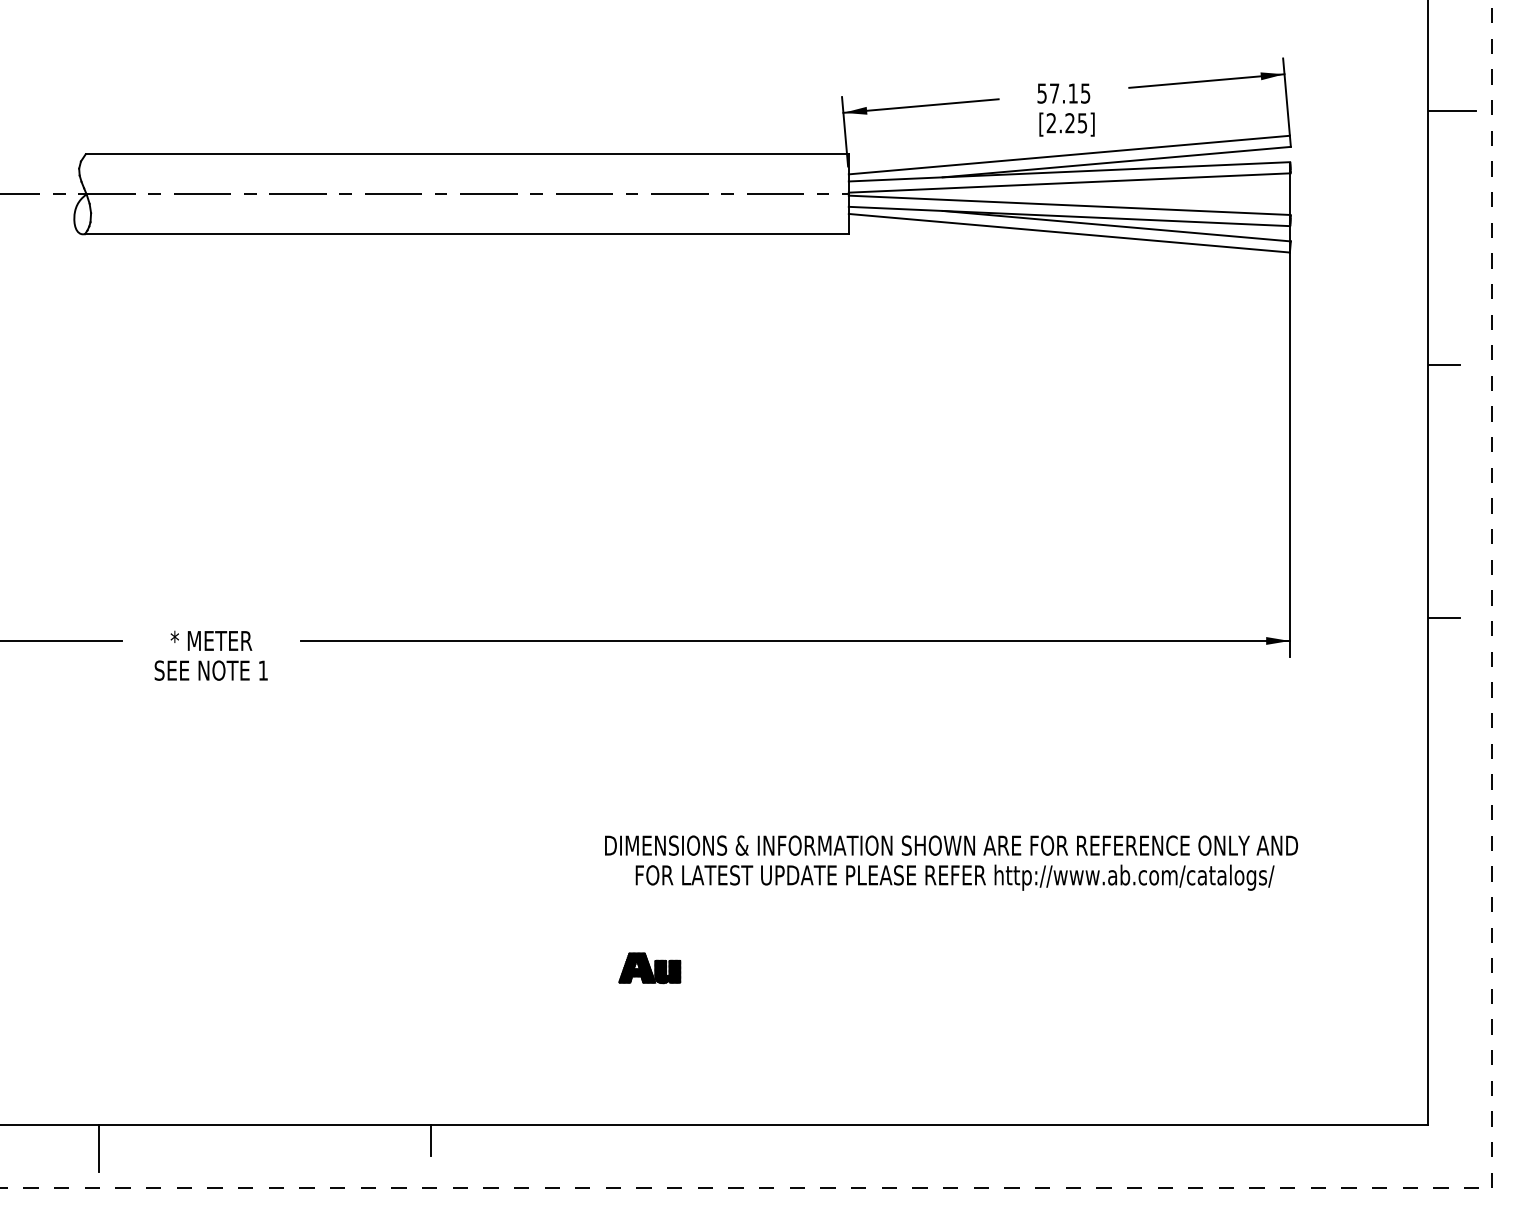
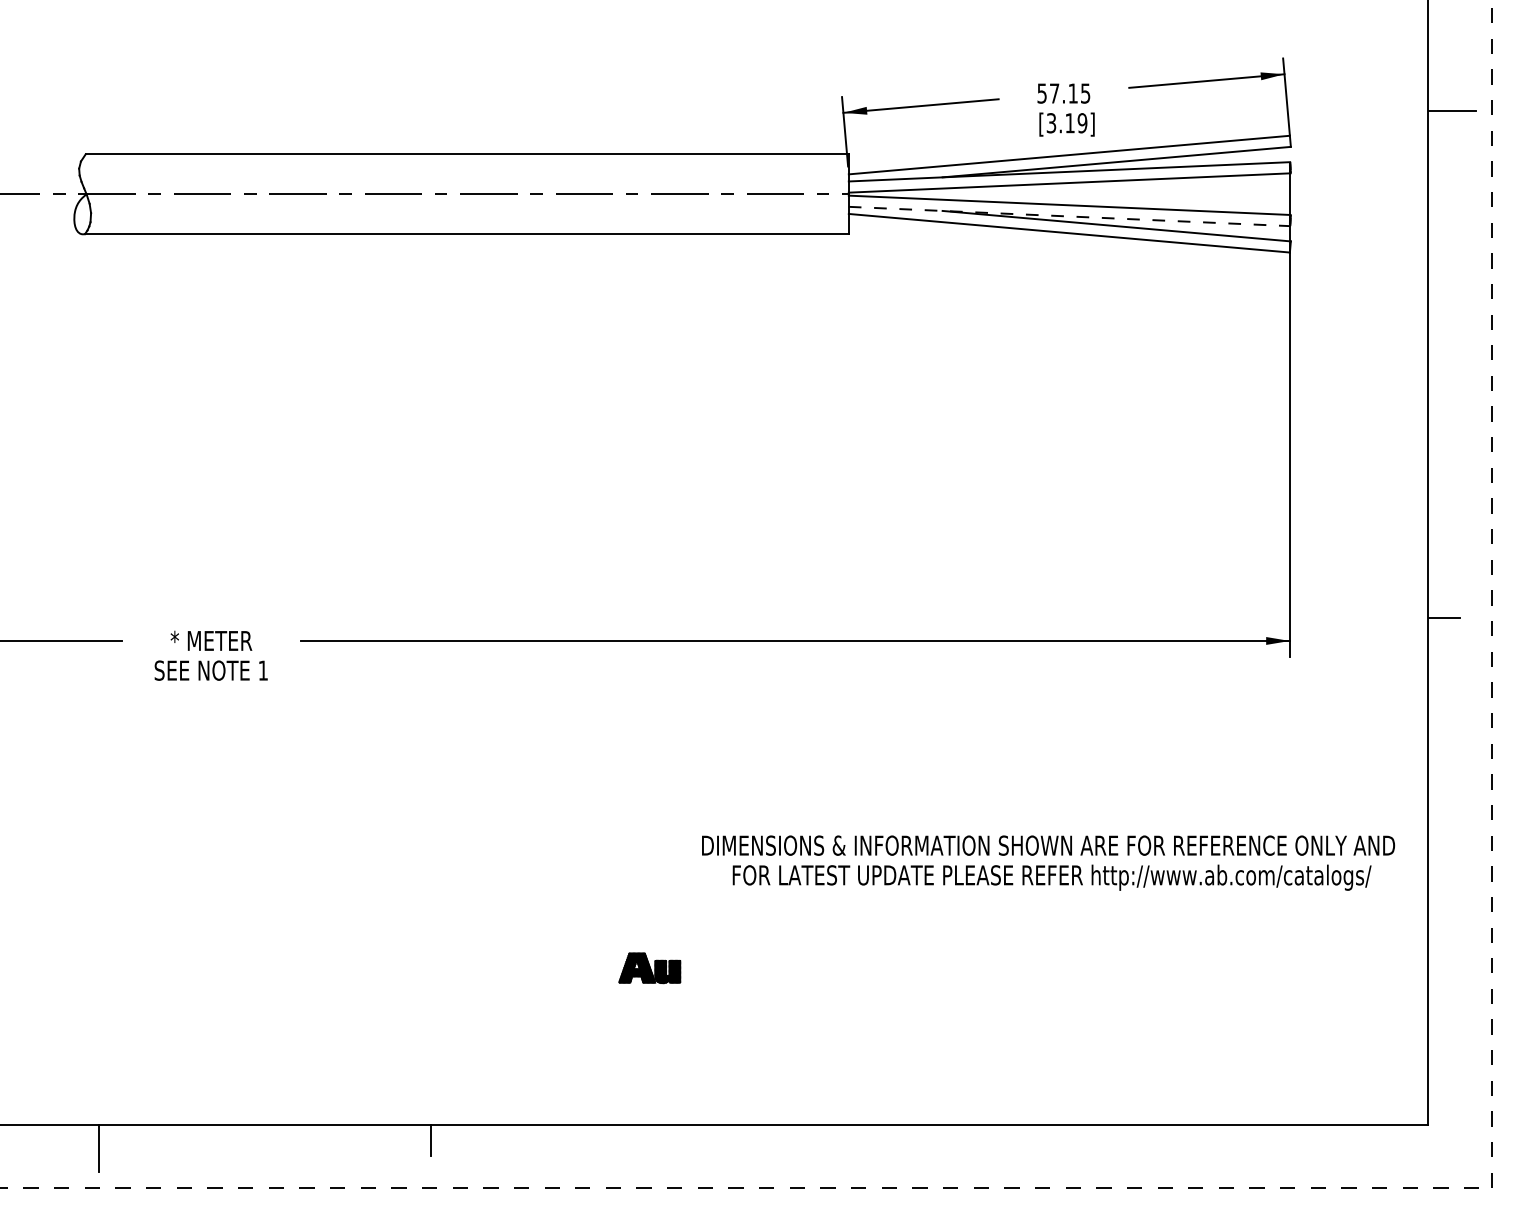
text at (1066, 123): [2.25] -> [3.19]
line at (1069, 216): solid -> dashed
line at (1444, 364): present -> none
text at (951, 862) position: (951, 862) -> (1048, 862)
